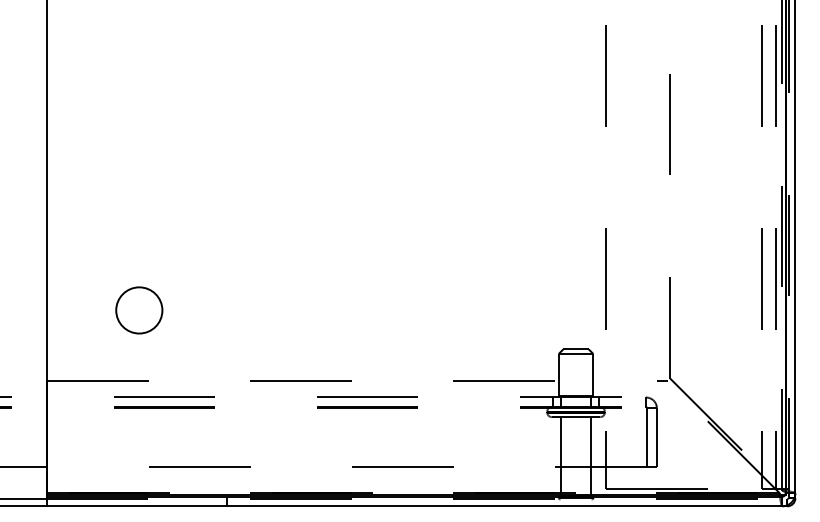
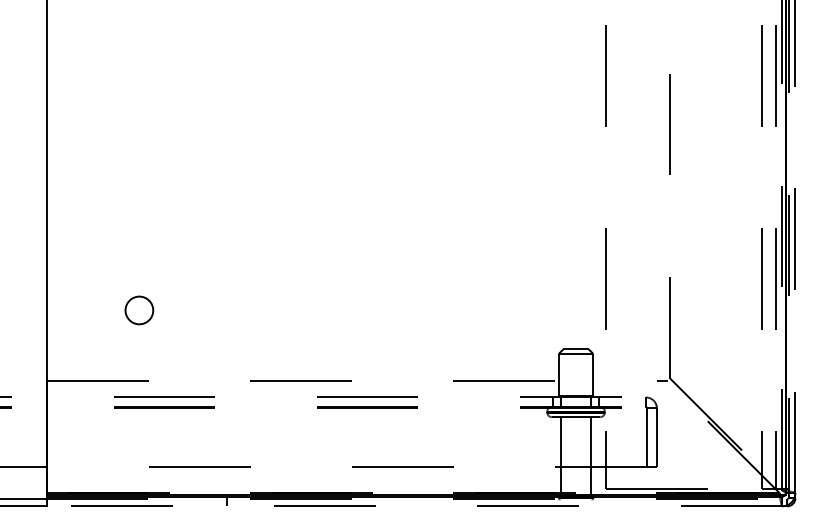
line at (795, 246): solid -> dashed
circle at (139, 310) size: 49x49 px -> 31x31 px
line at (414, 506): solid -> dashed
